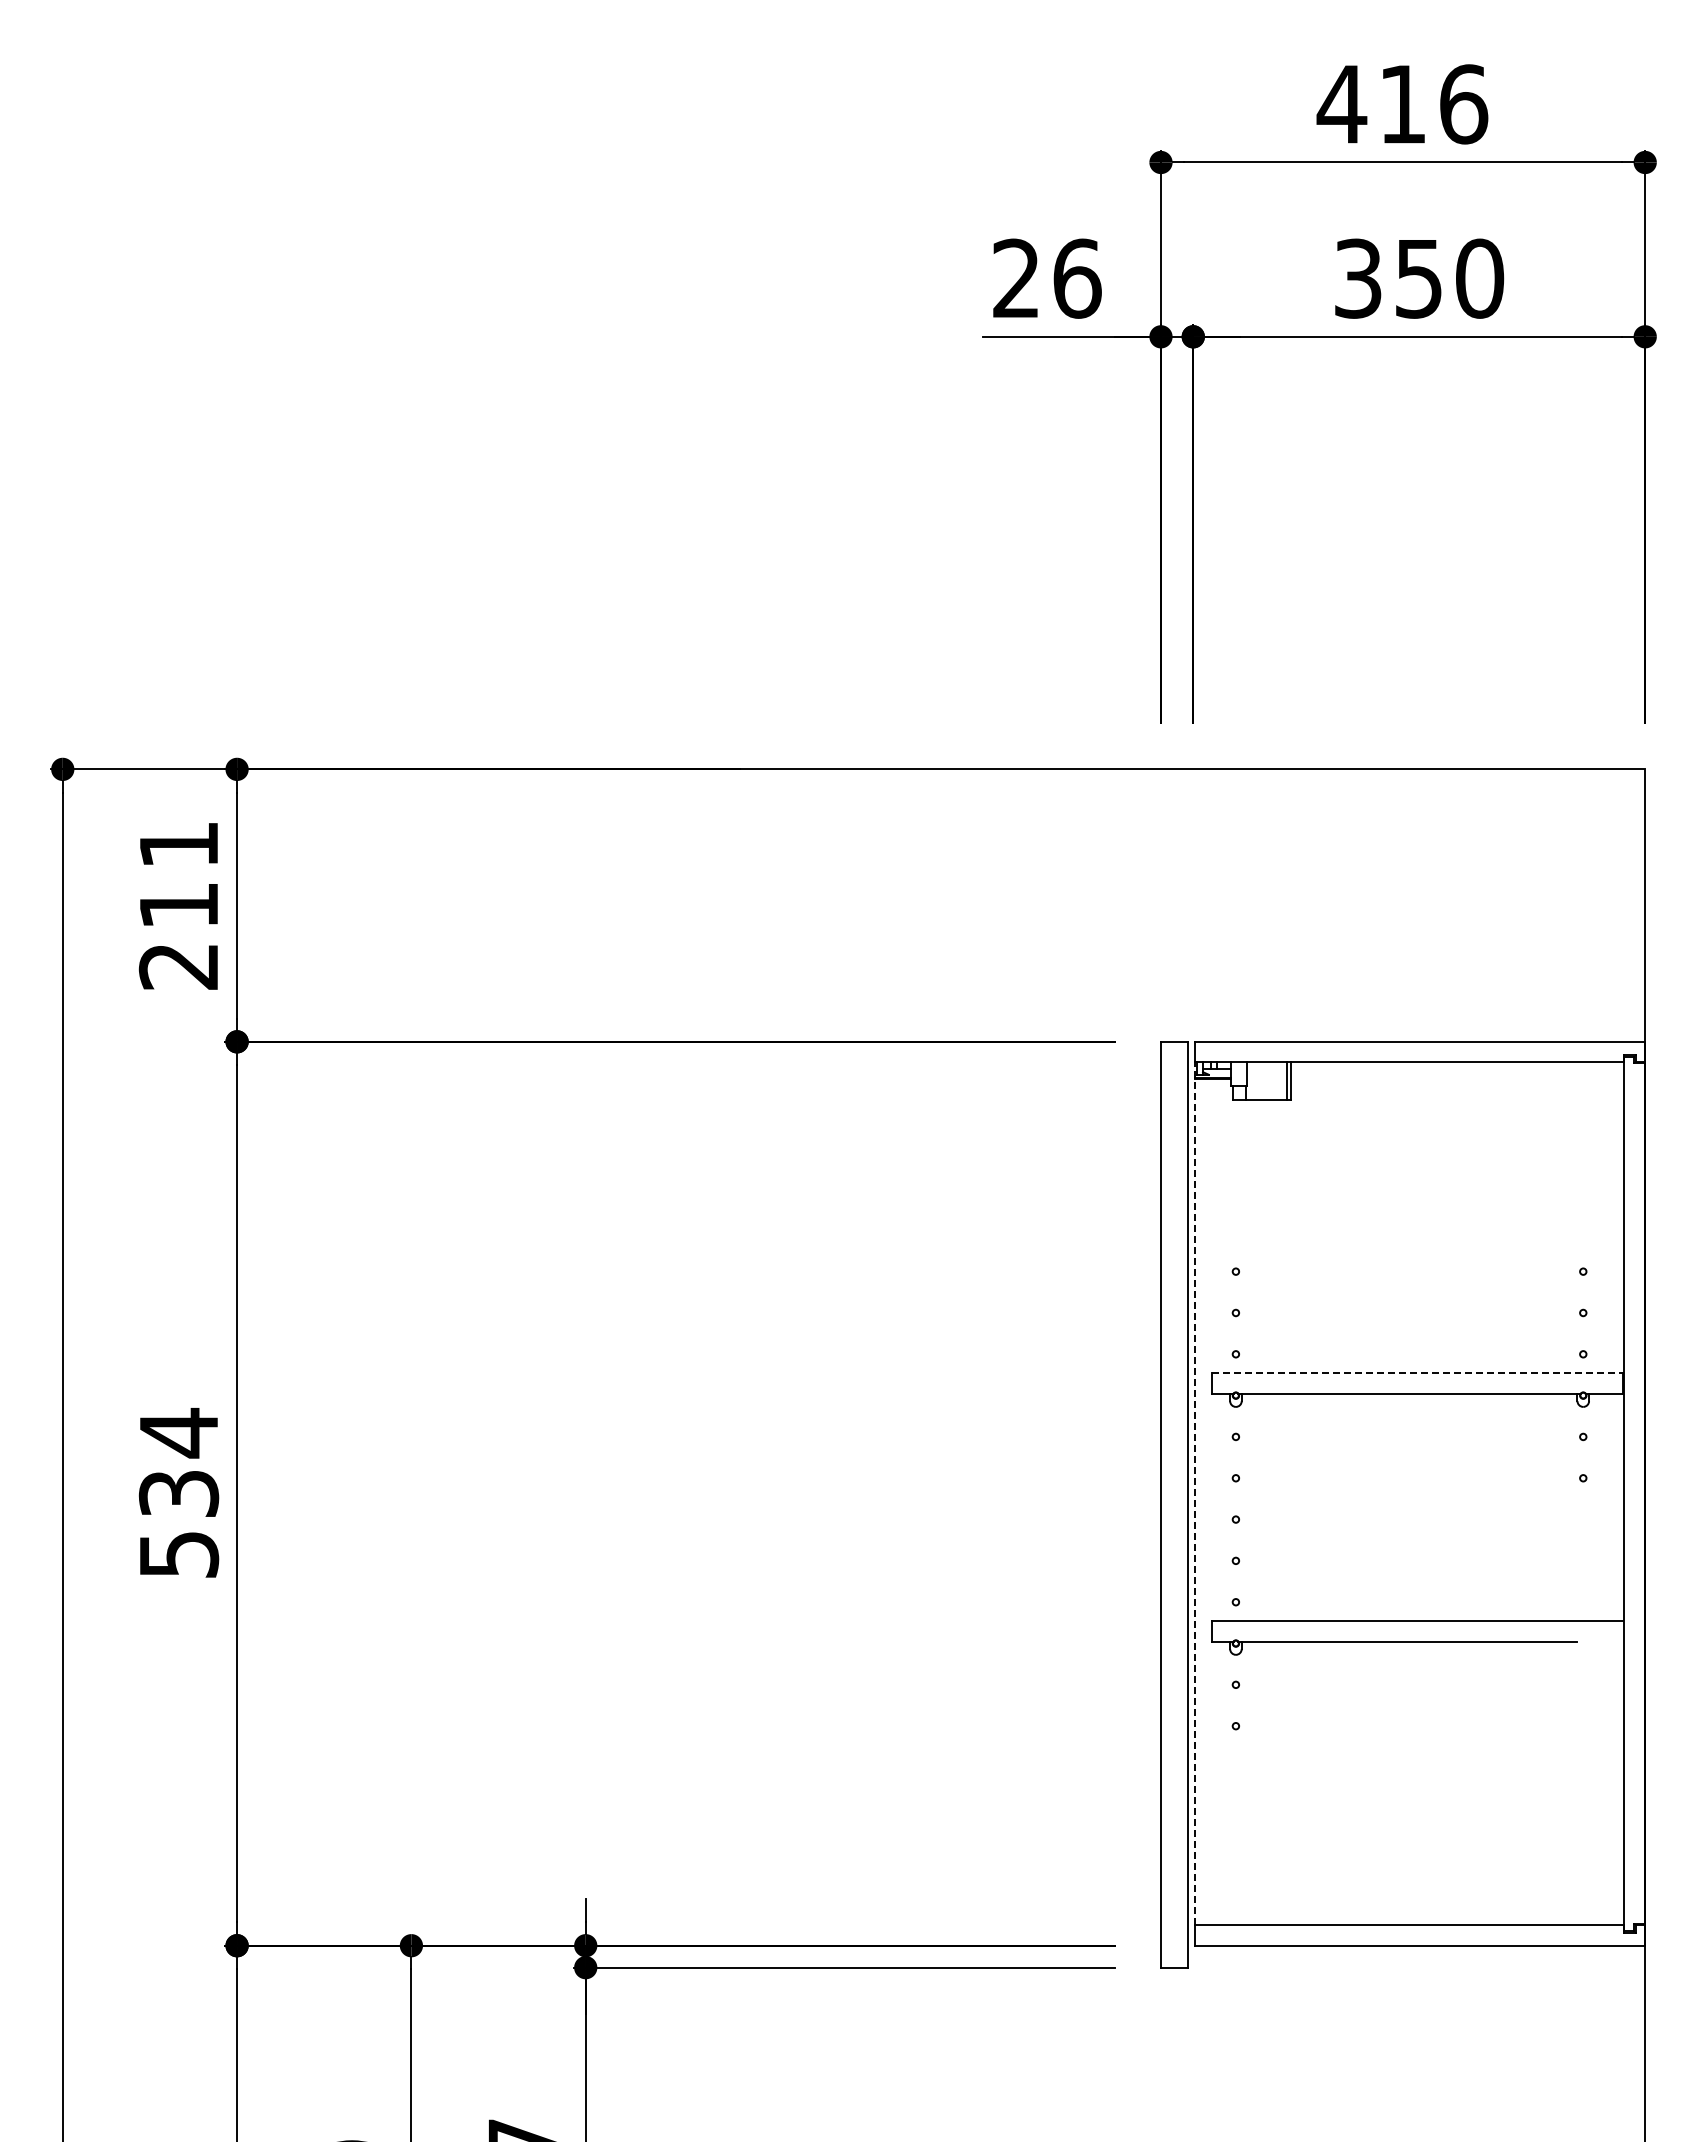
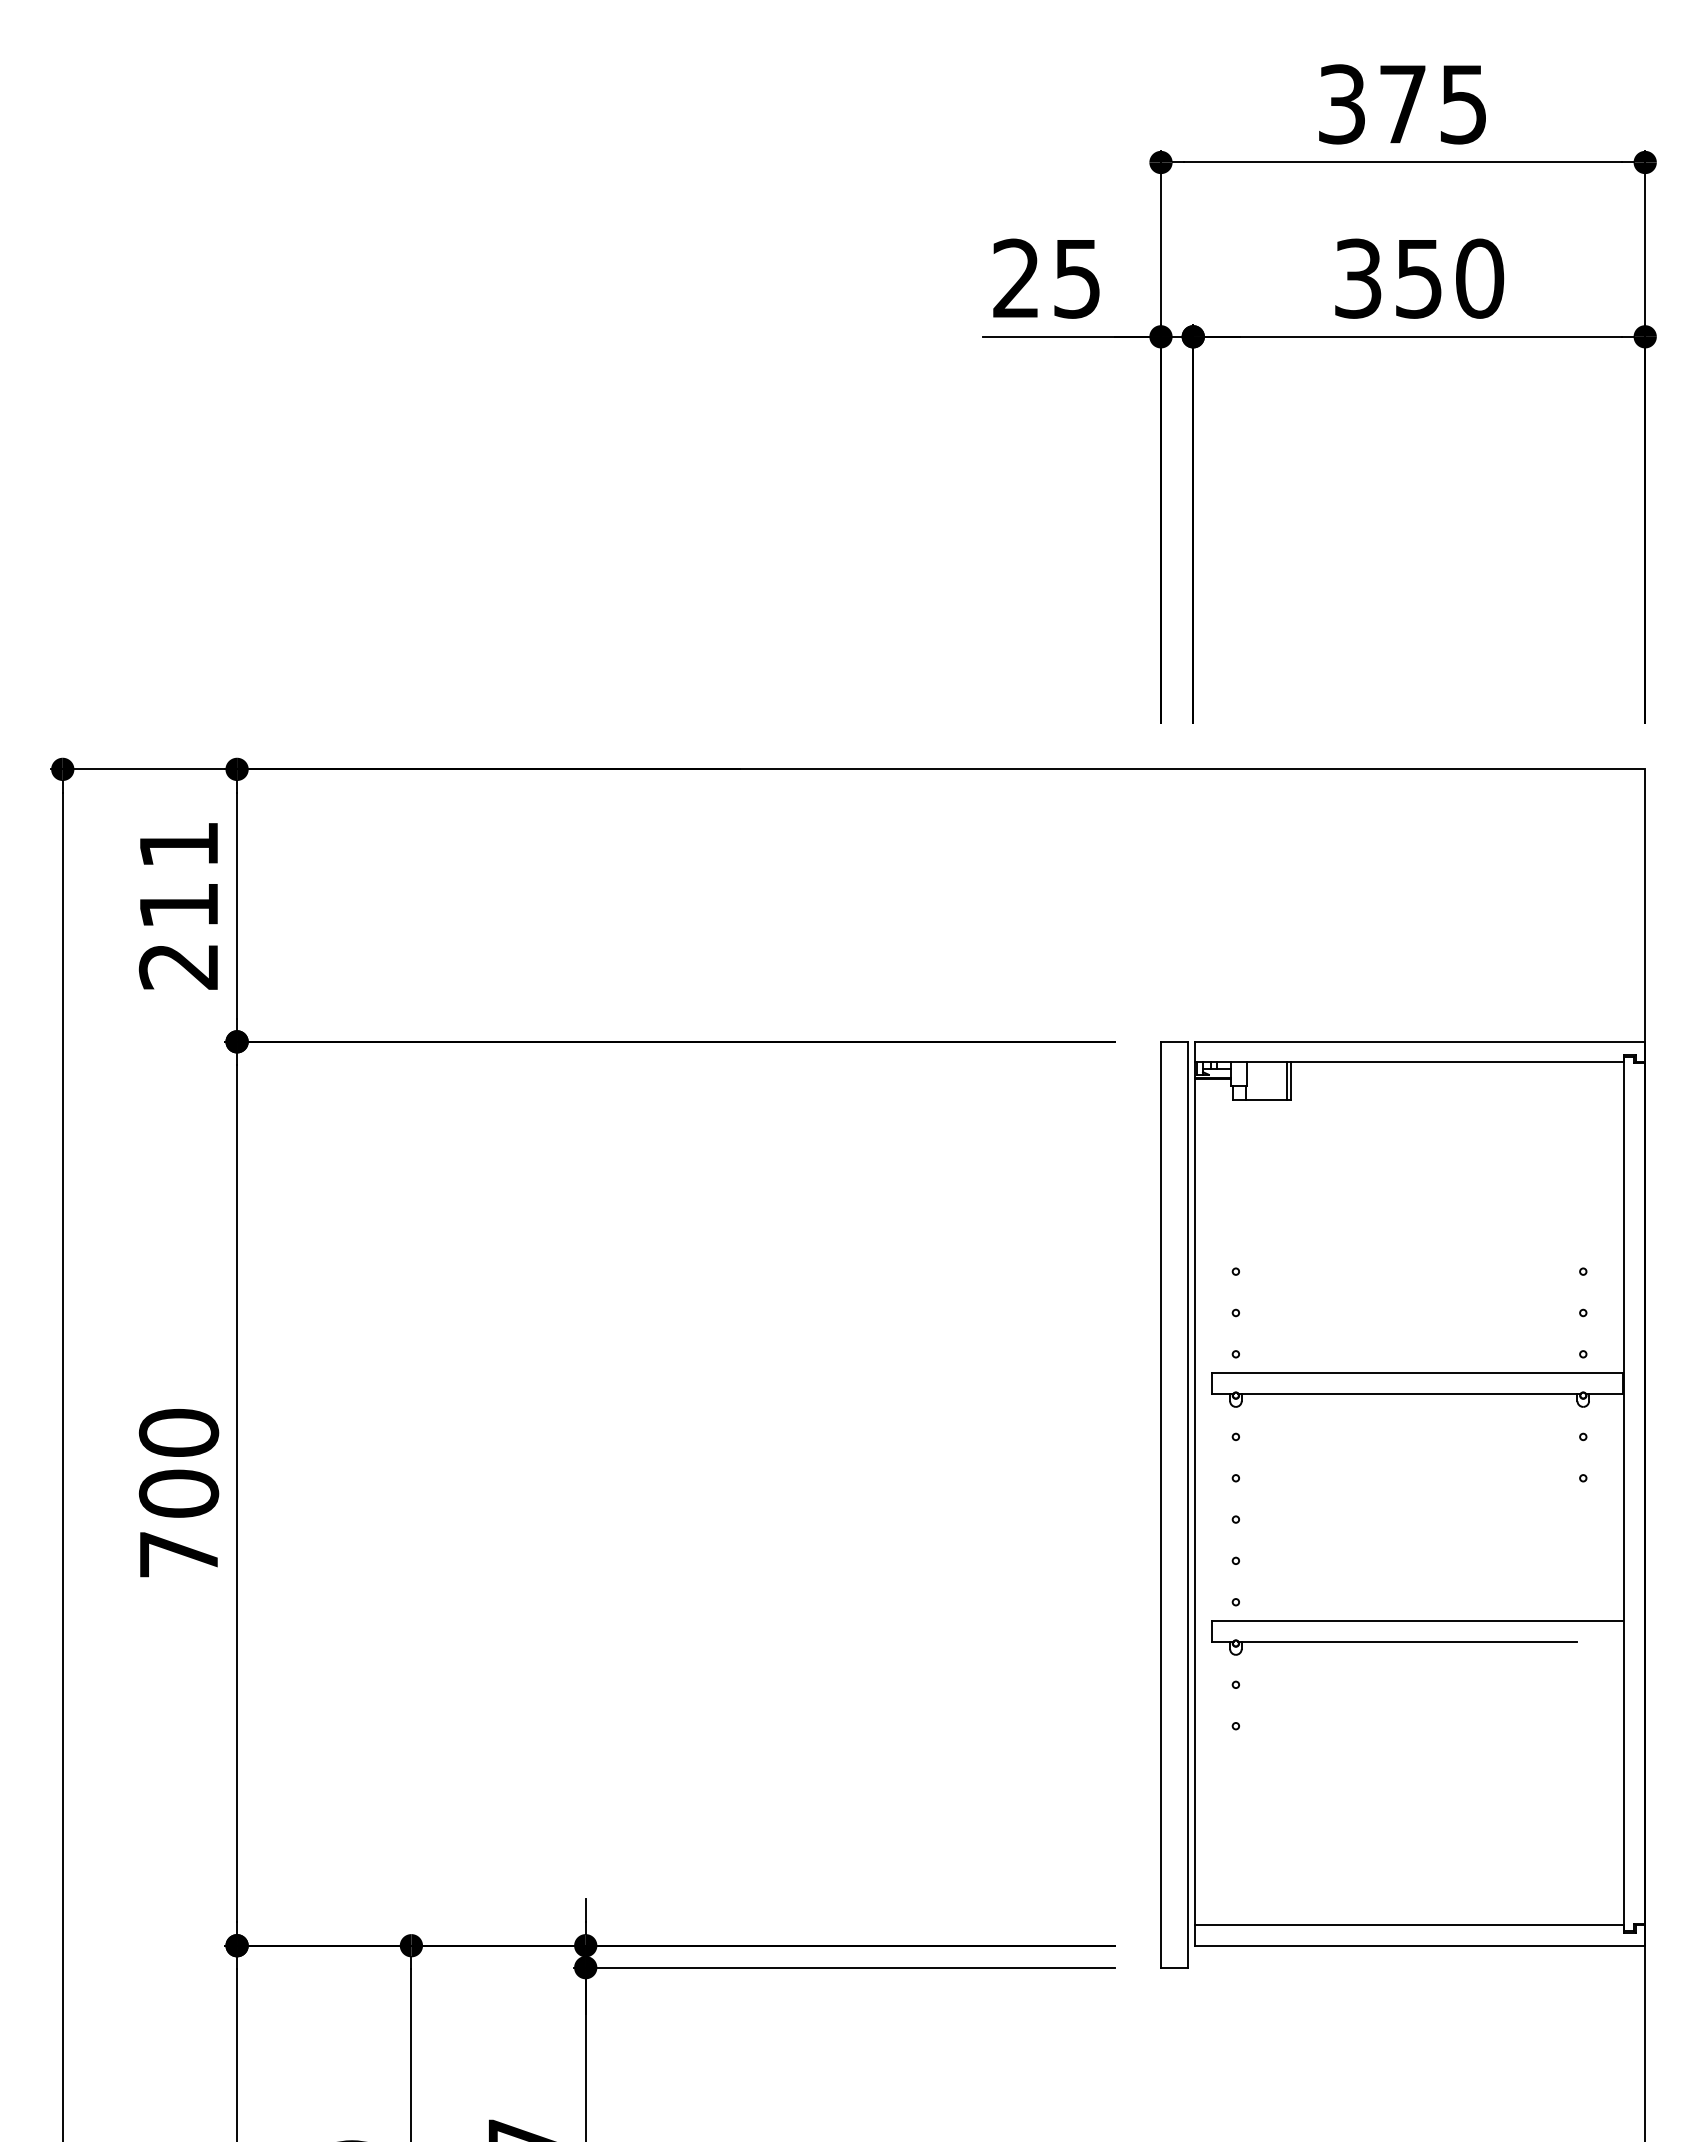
text at (1402, 104): 416 -> 375
text at (1077, 278): 26 -> 25
line at (1417, 1373): dashed -> solid
text at (178, 1492): 534 -> 700
line at (1194, 1493): dashed -> solid
